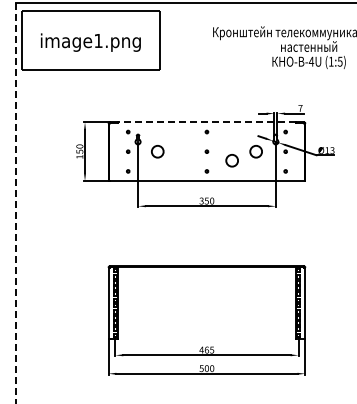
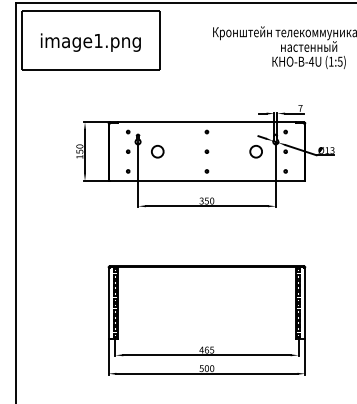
line at (206, 122): dashed -> solid
circle at (231, 160): present -> none
line at (15, 203): dashed -> solid
